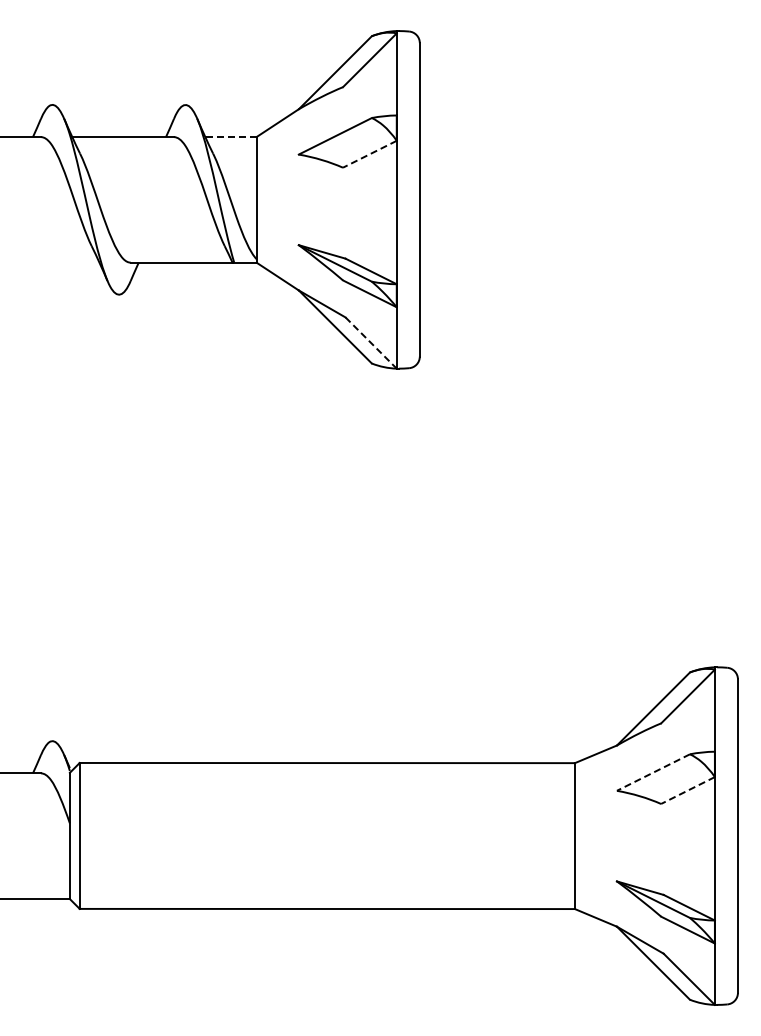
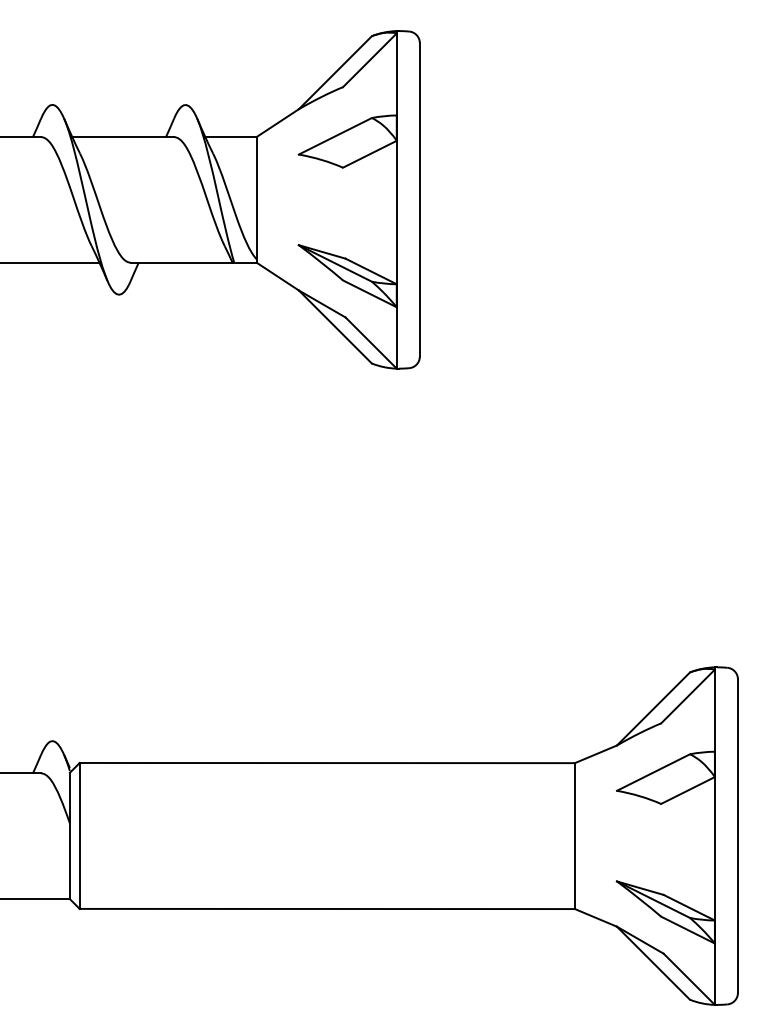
line at (231, 136): dashed -> solid
line at (369, 154): dashed -> solid
line at (50, 262): none -> present
line at (371, 343): dashed -> solid
line at (653, 772): dashed -> solid
line at (687, 790): dashed -> solid
